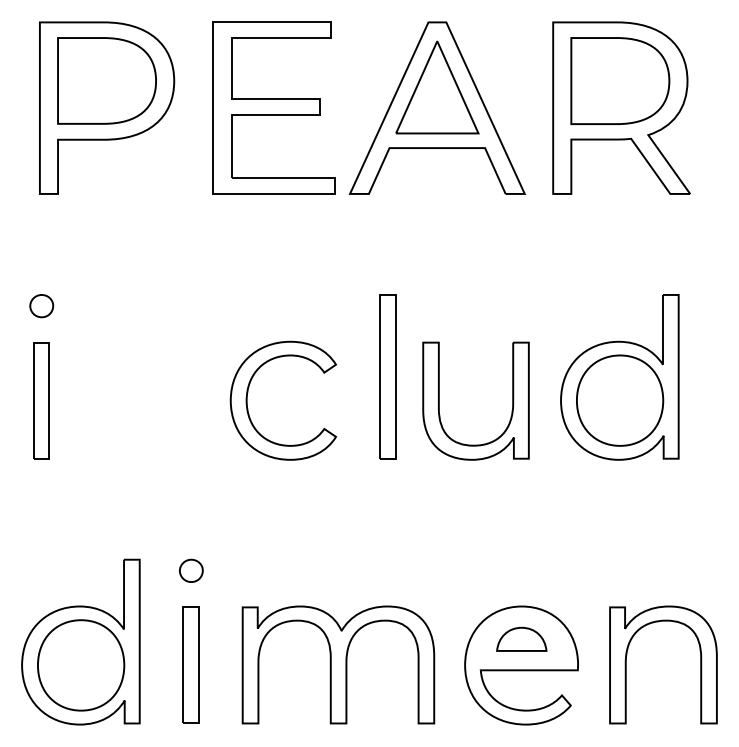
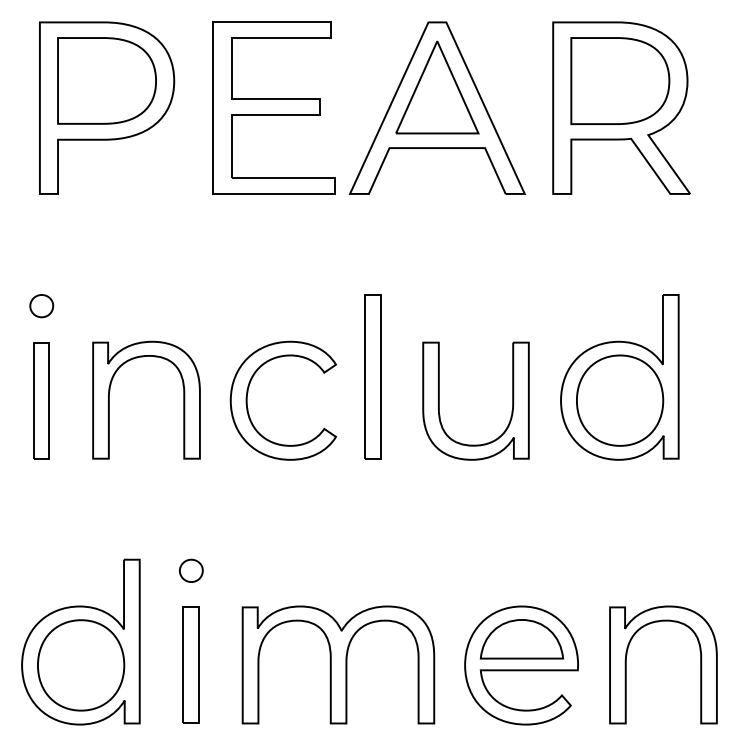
part at (387, 376) position: (387, 376) -> (372, 376)
part at (110, 391): none -> present
part at (521, 638) size: 52x26 px -> 85x41 px
